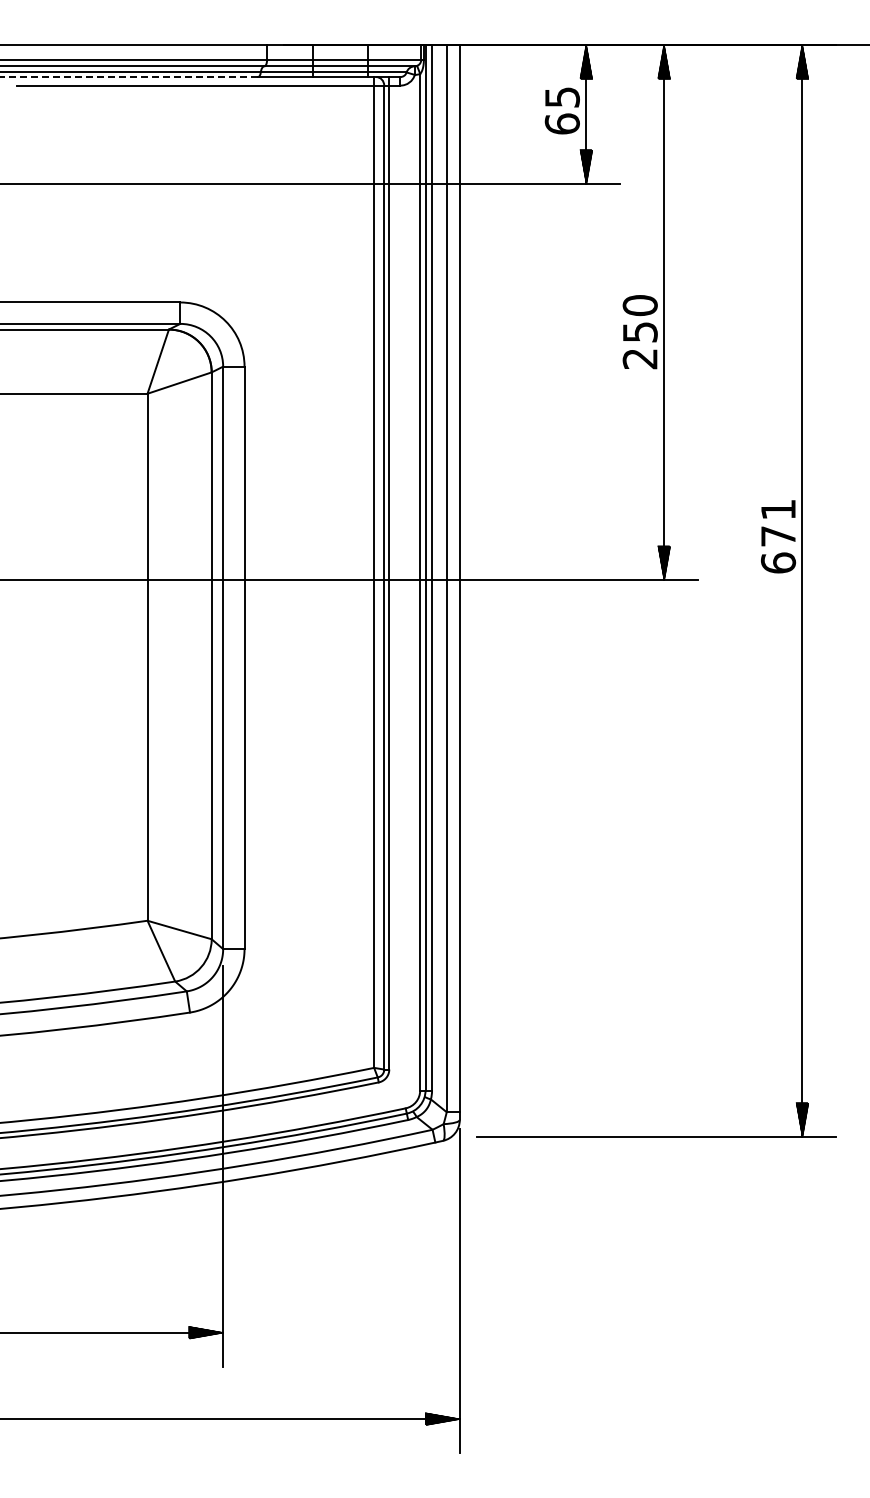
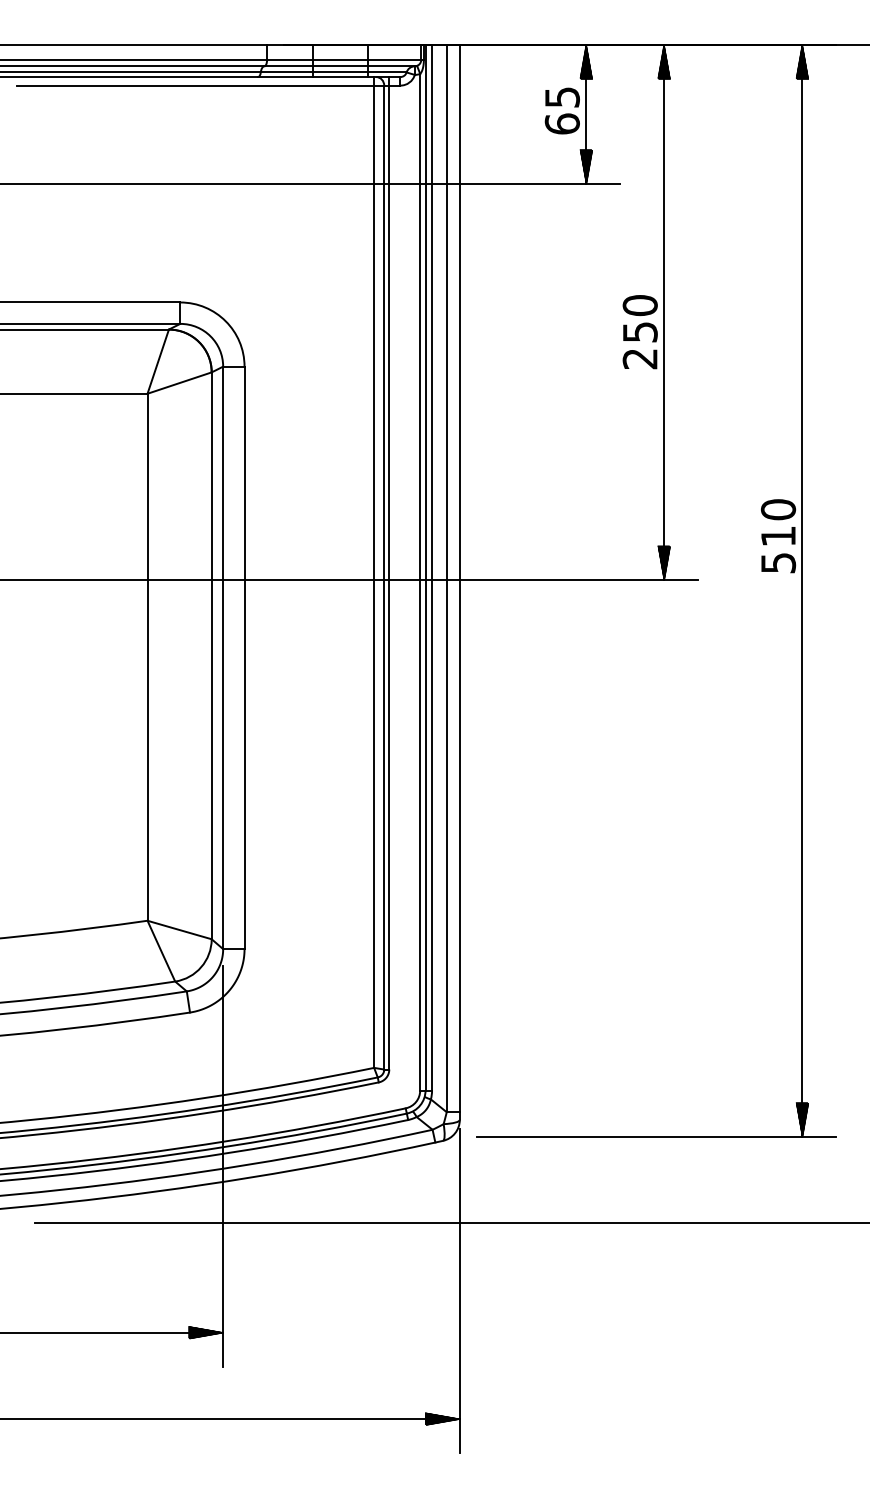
line at (129, 77): dashed -> solid
text at (778, 536): 671 -> 510
line at (450, 1222): none -> present
